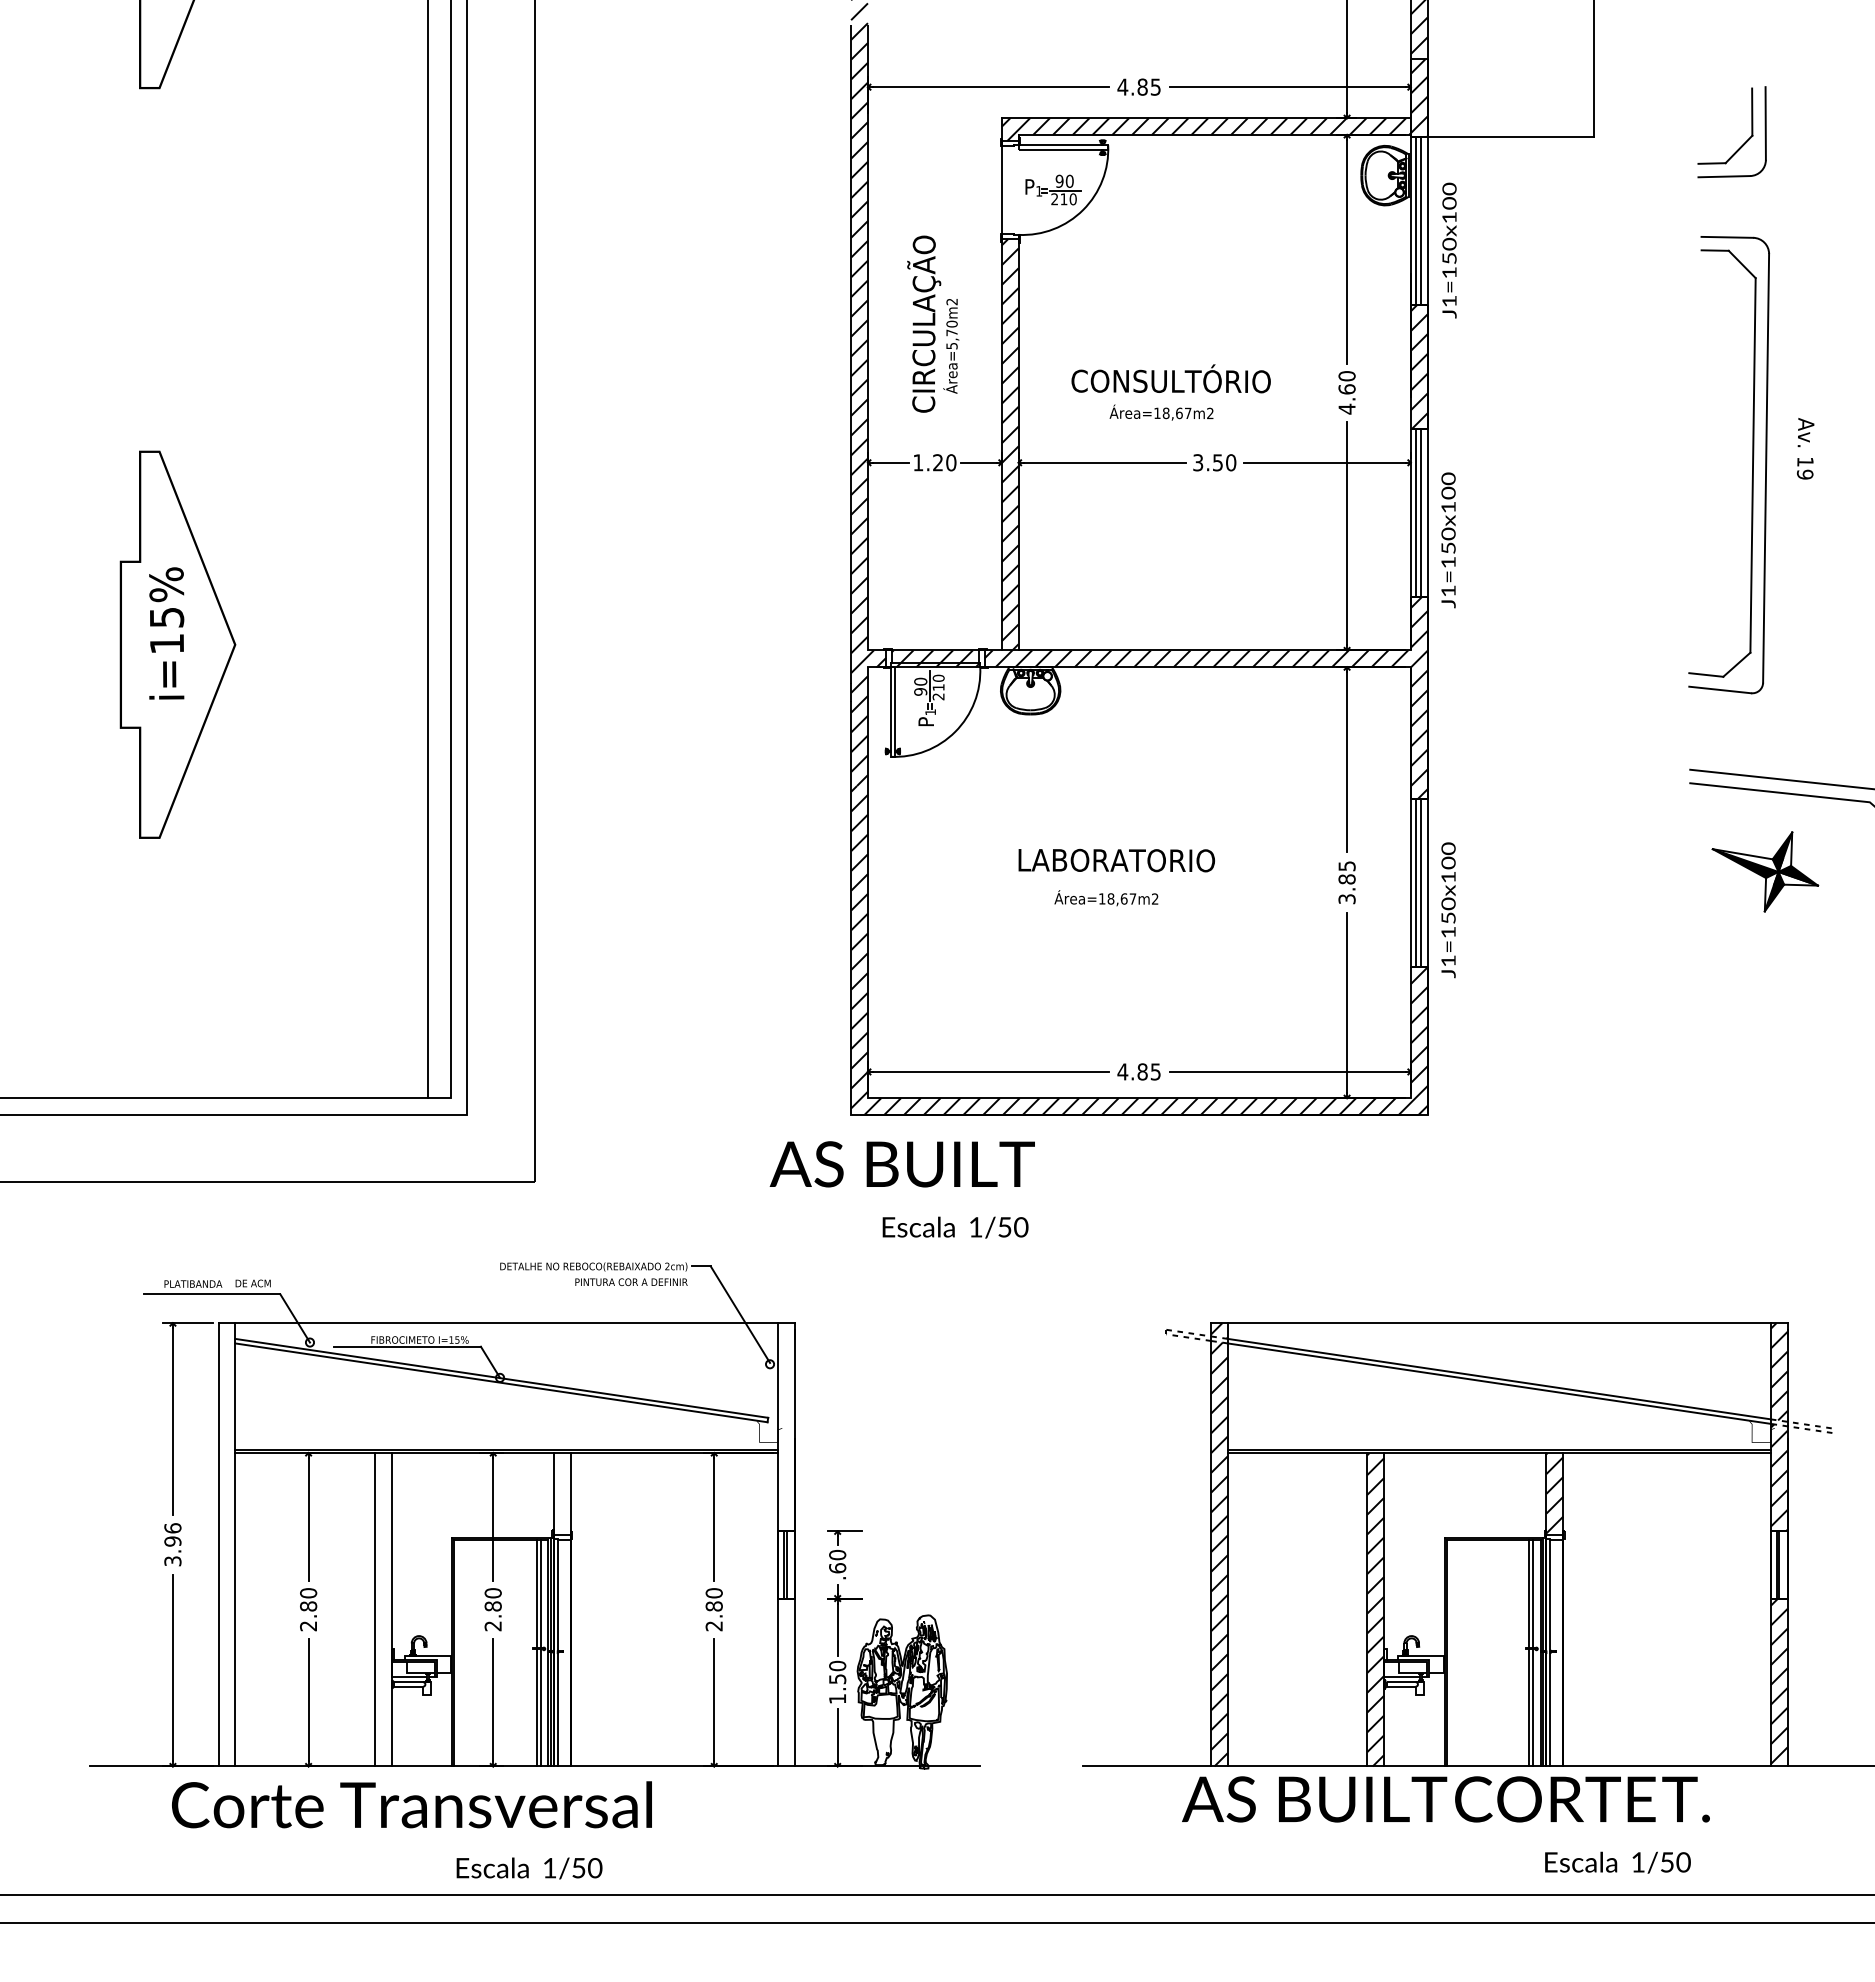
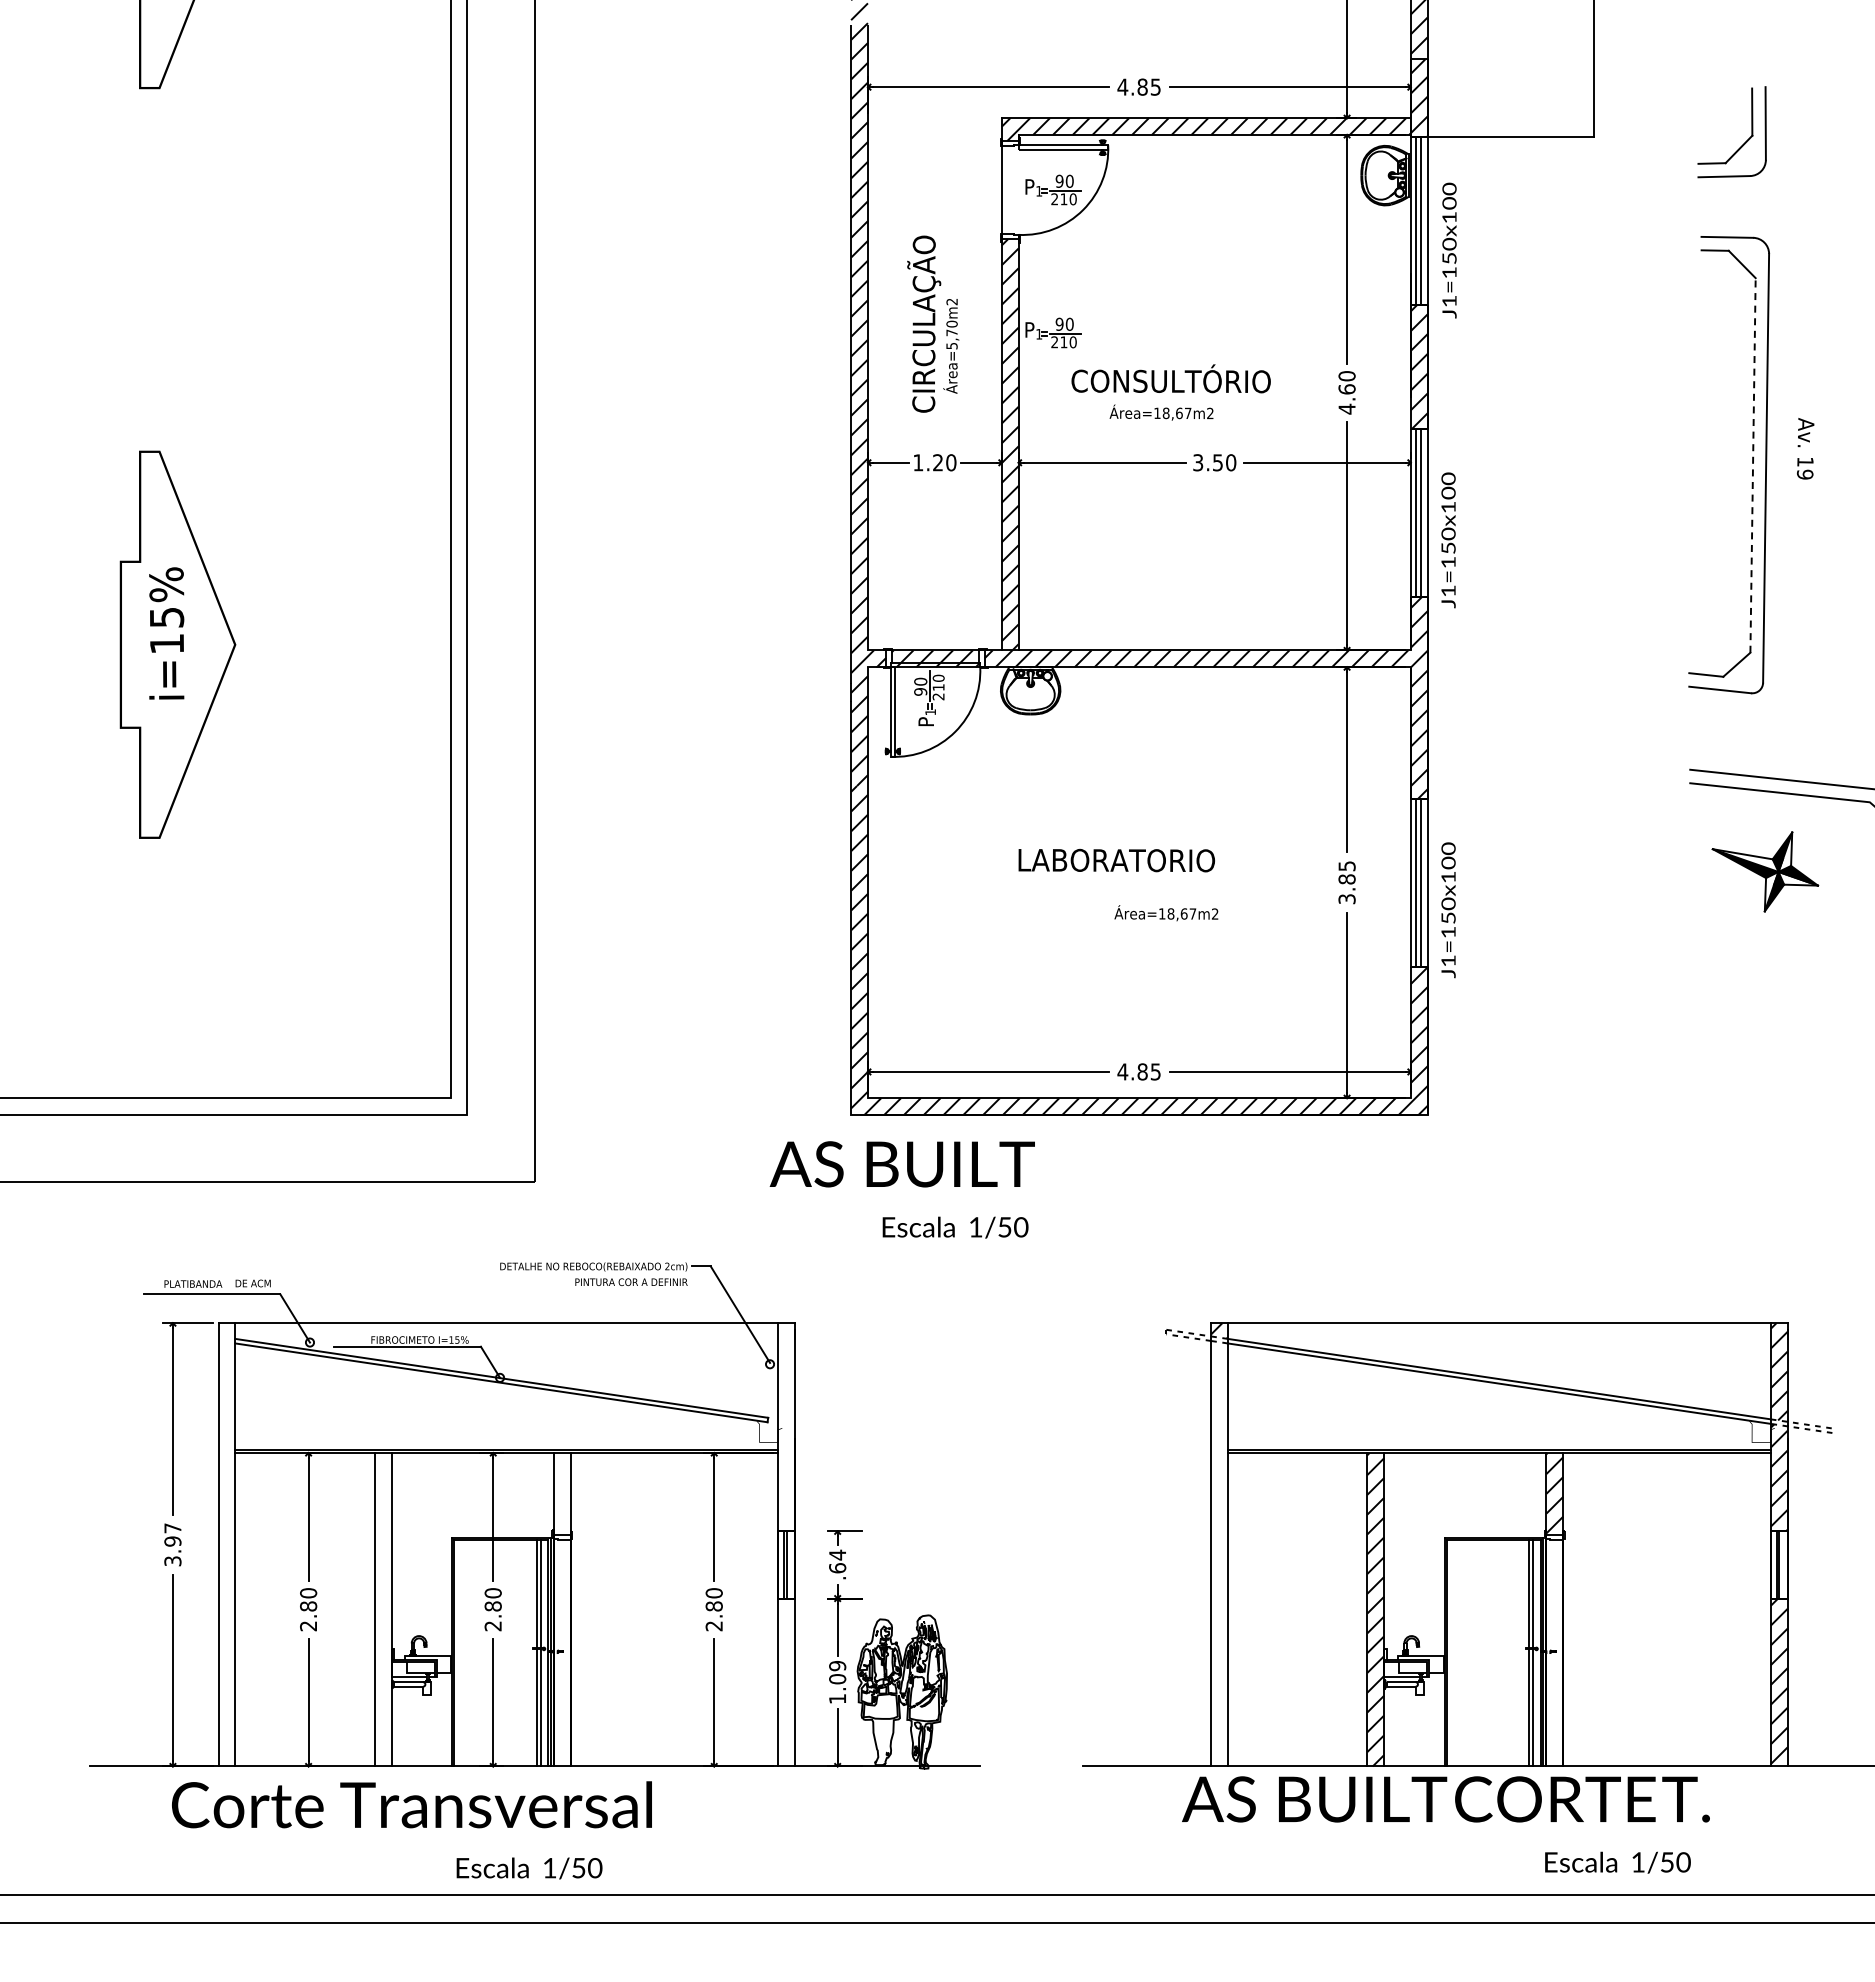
part at (1053, 332): none -> present
line at (1753, 464): solid -> dashed
line at (428, 550): present -> none
text at (1106, 898) position: (1106, 898) -> (1166, 913)
text at (172, 1528): 3.96 -> 3.97
text at (837, 1554): .60 -> .64
hatch at (1219, 1554): present -> none
line at (557, 1653): present -> none
line at (1550, 1653): present -> none
text at (837, 1672): 1.50 -> 1.09
